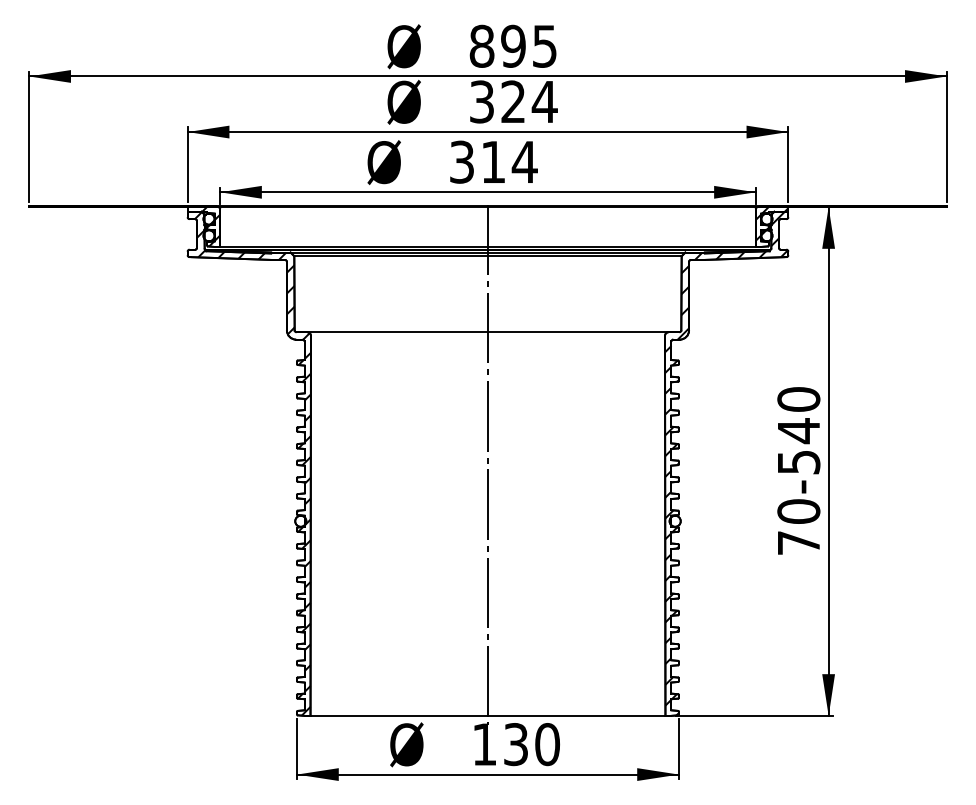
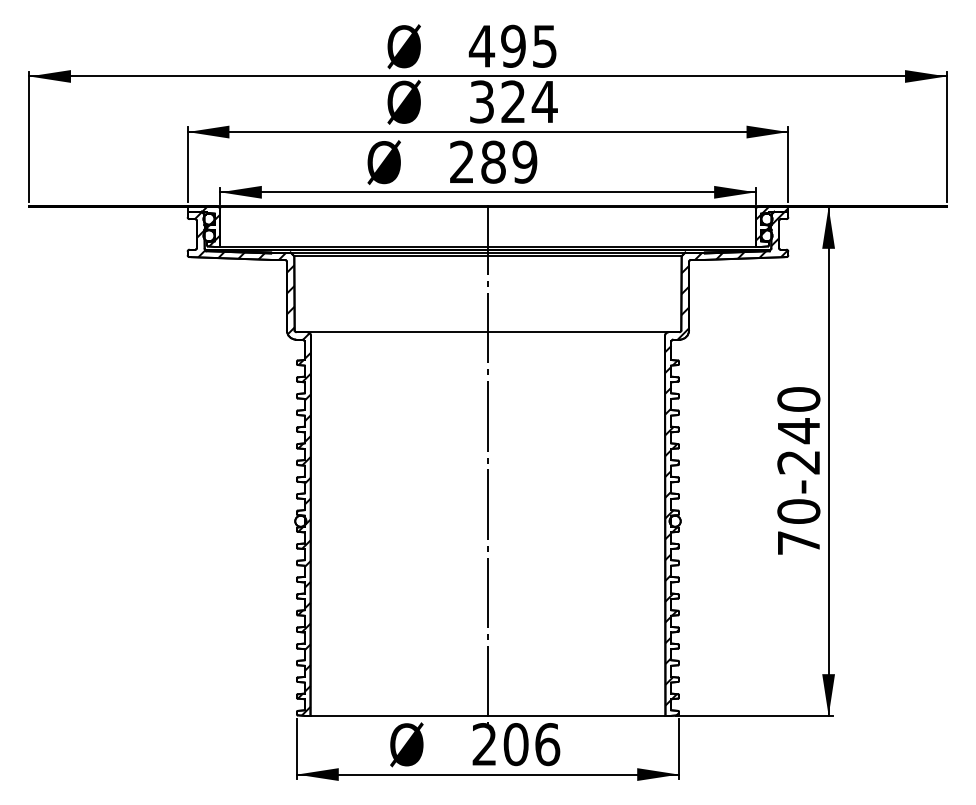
text at (481, 45): 895 -> 495
text at (493, 161): 314 -> 289
text at (798, 462): 70-540 -> 70-240
text at (516, 744): 130 -> 206
